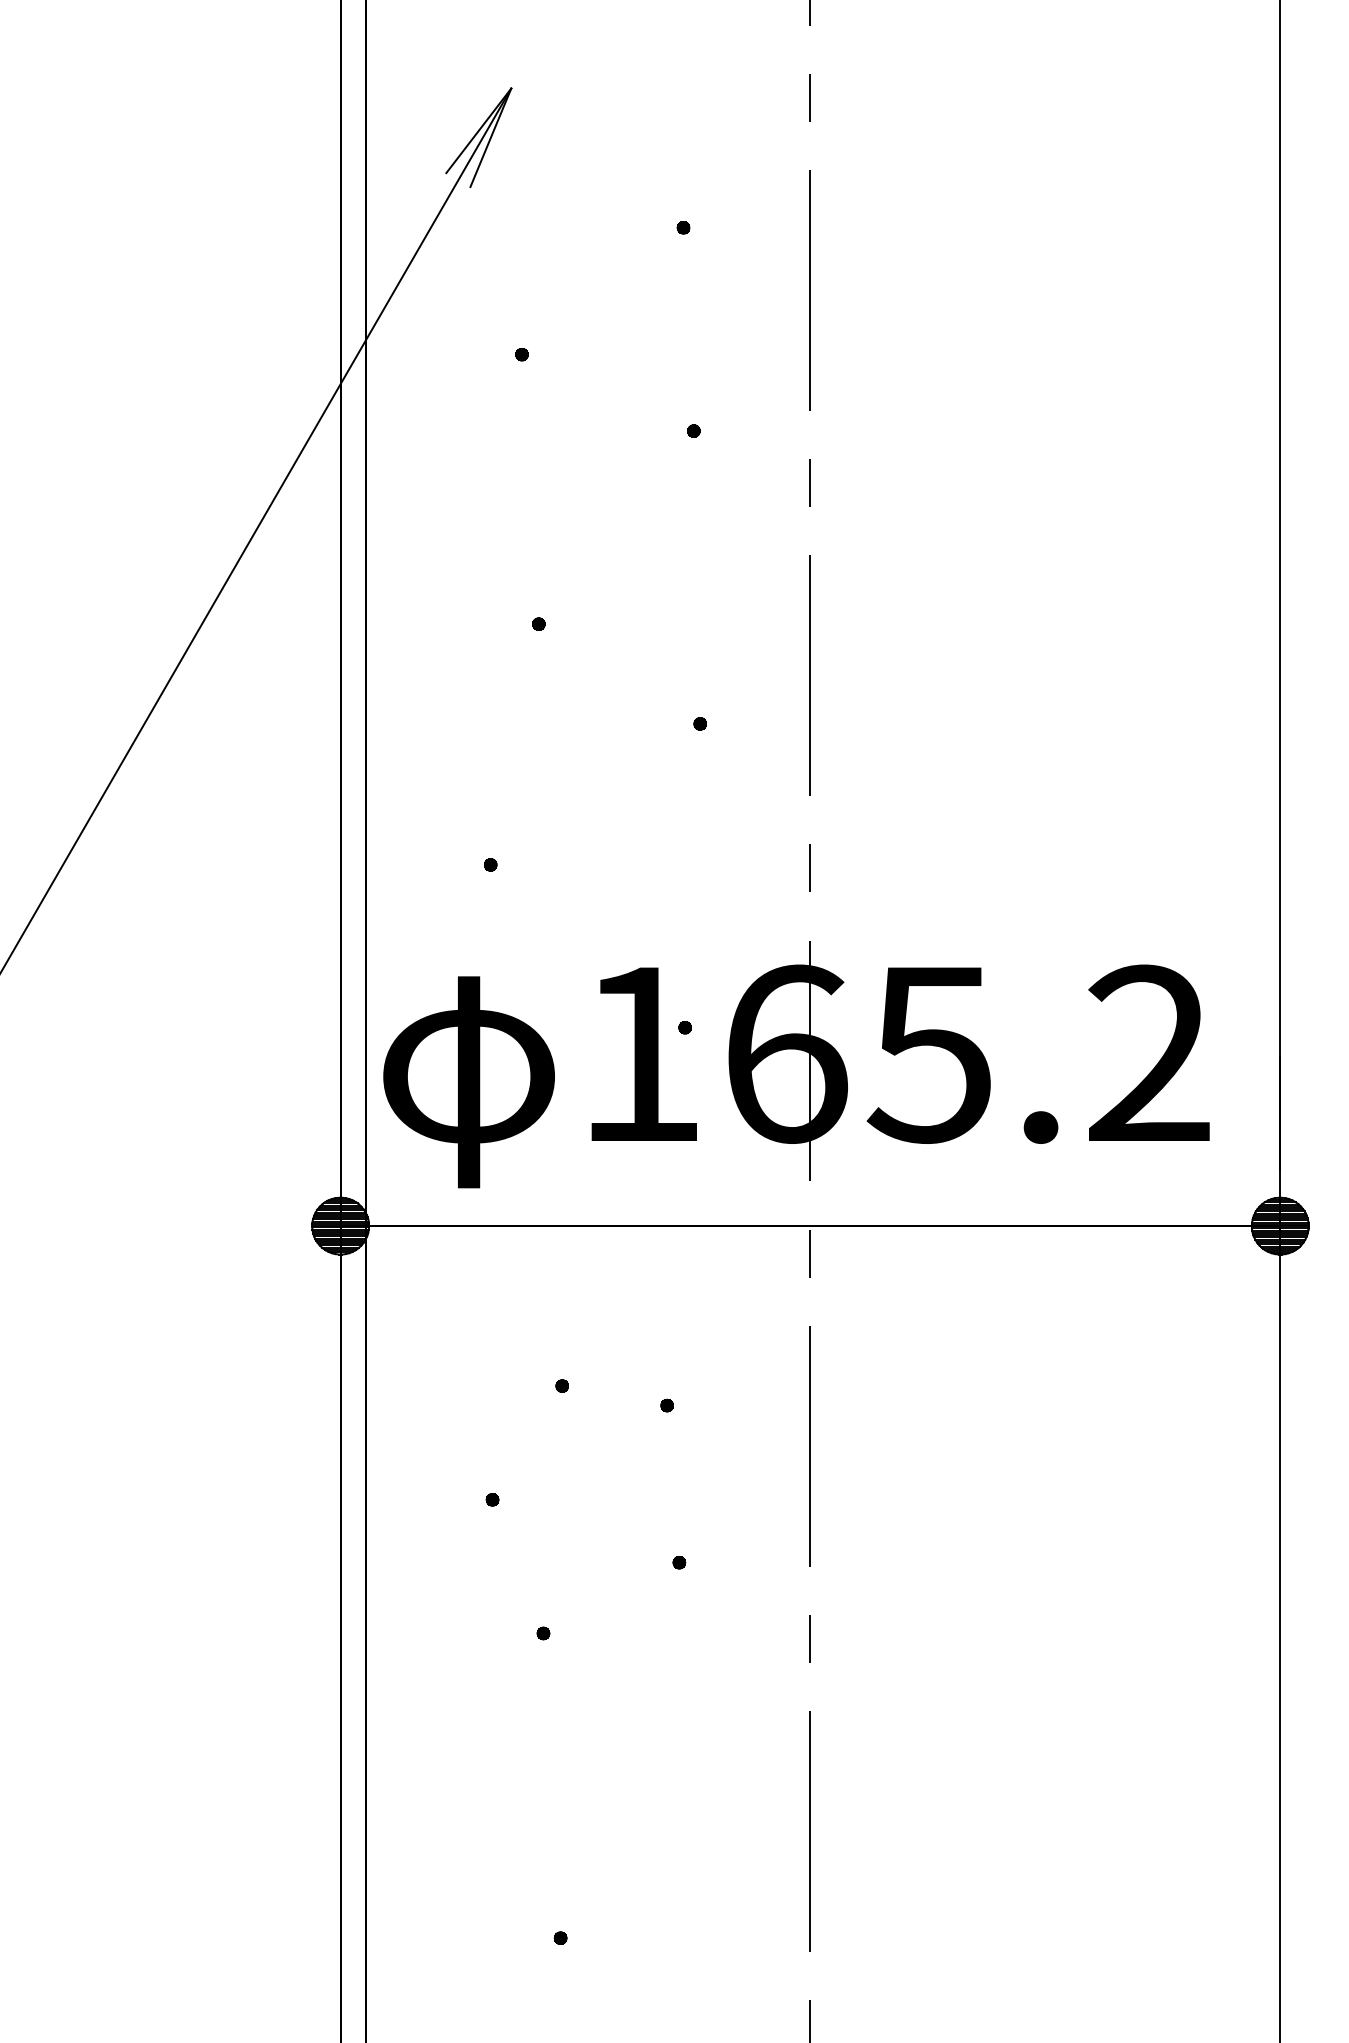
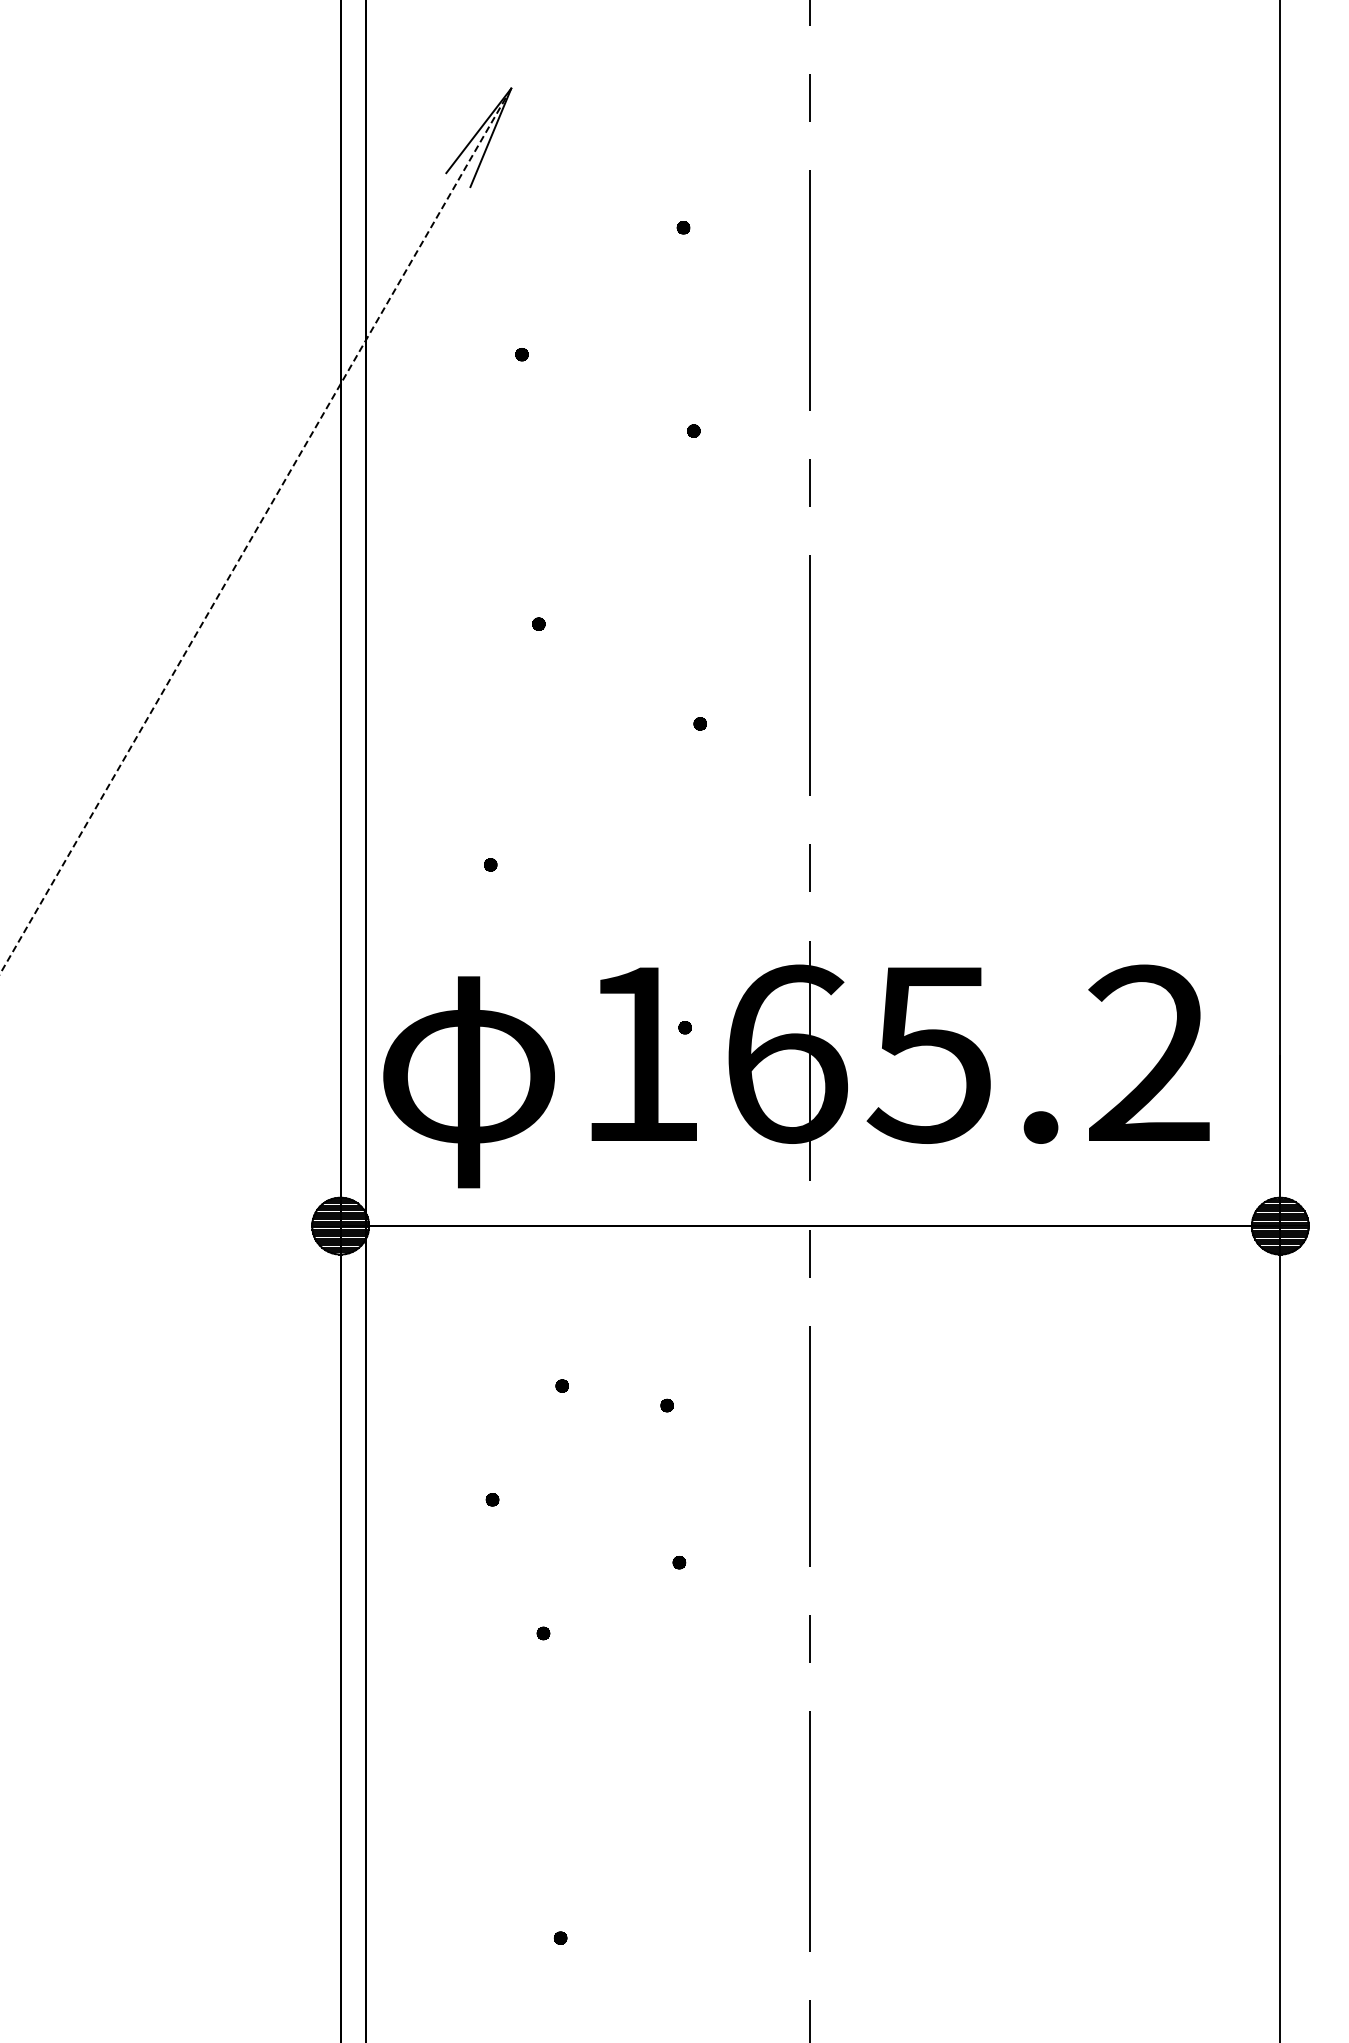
line at (255, 531): solid -> dashed
